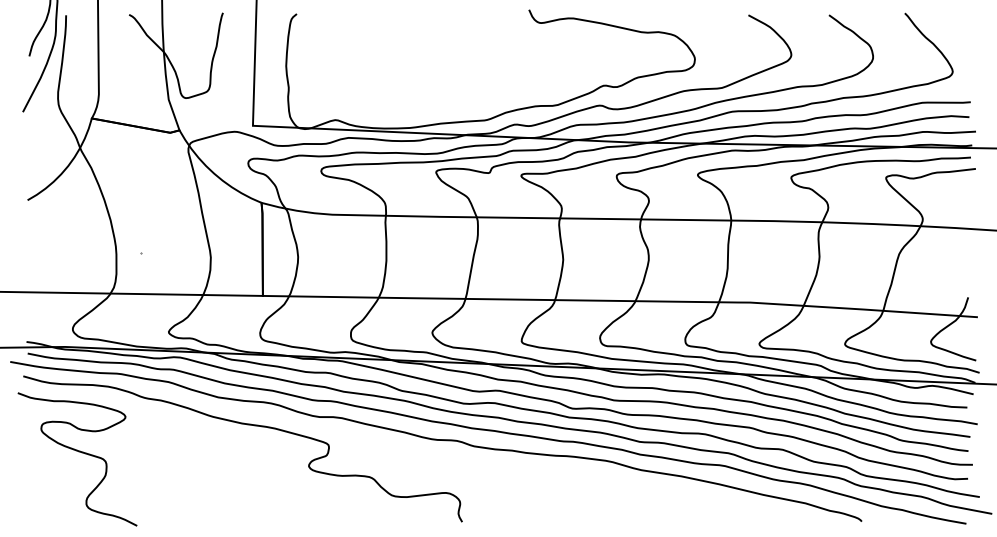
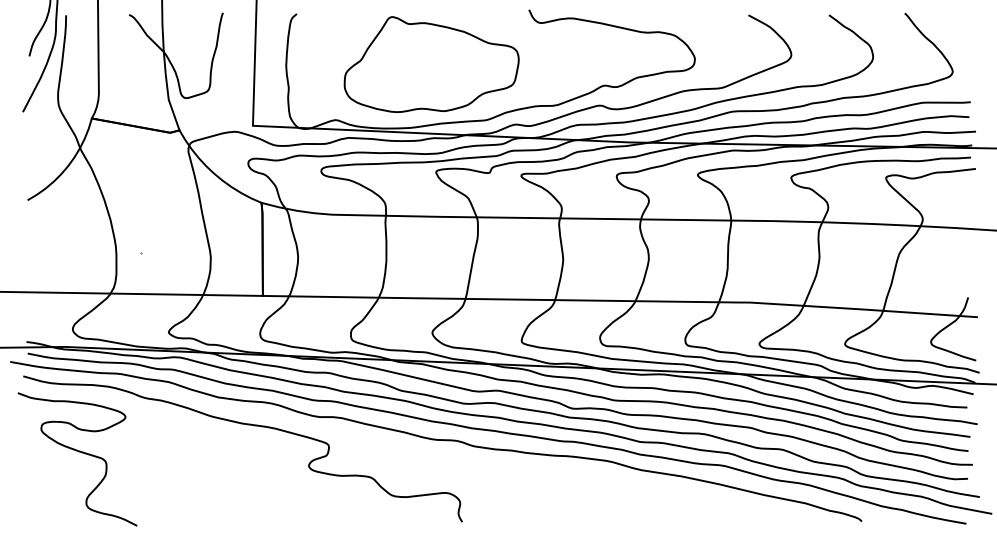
part at (431, 64): none -> present
